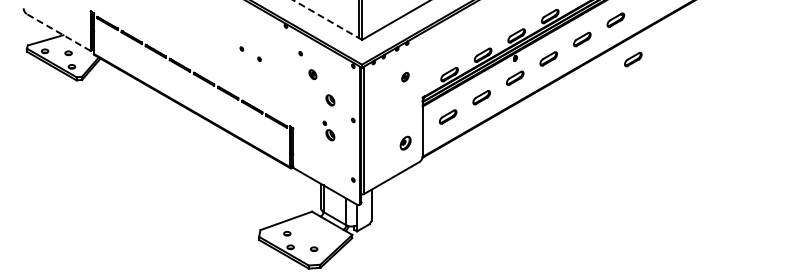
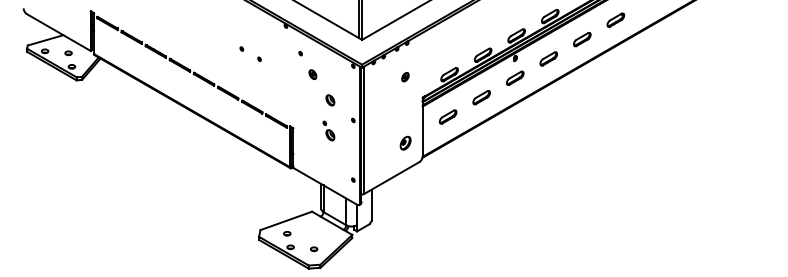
line at (327, 19): dashed -> solid
line at (58, 32): dashed -> solid
part at (633, 59): present -> none
